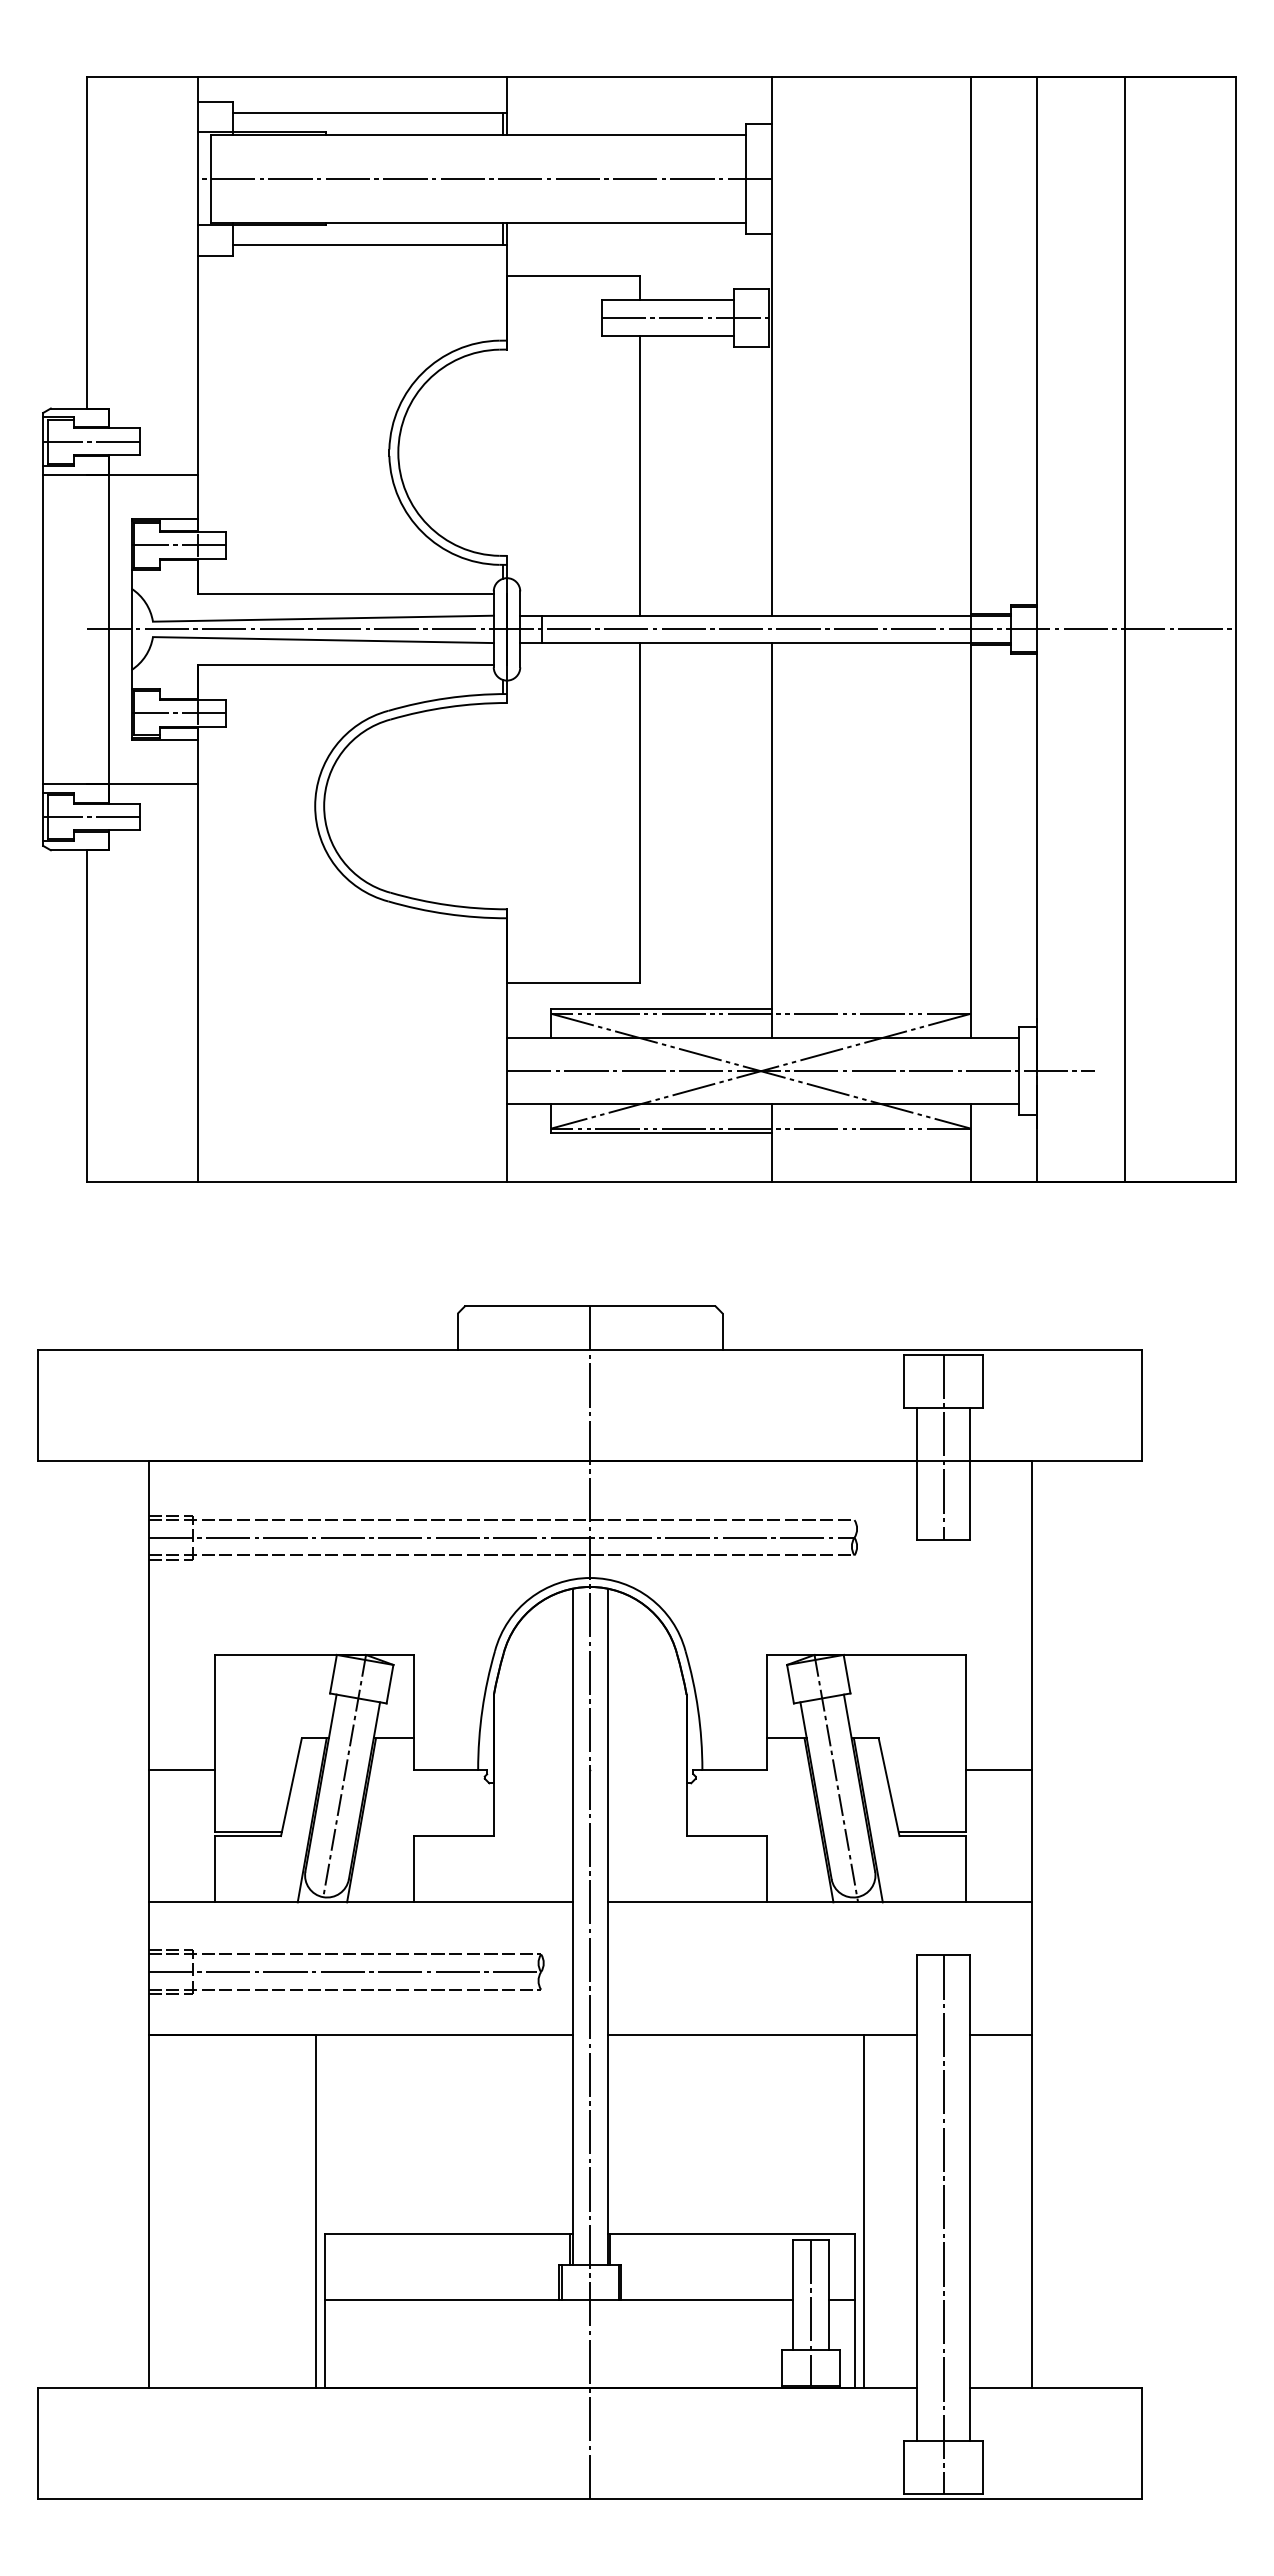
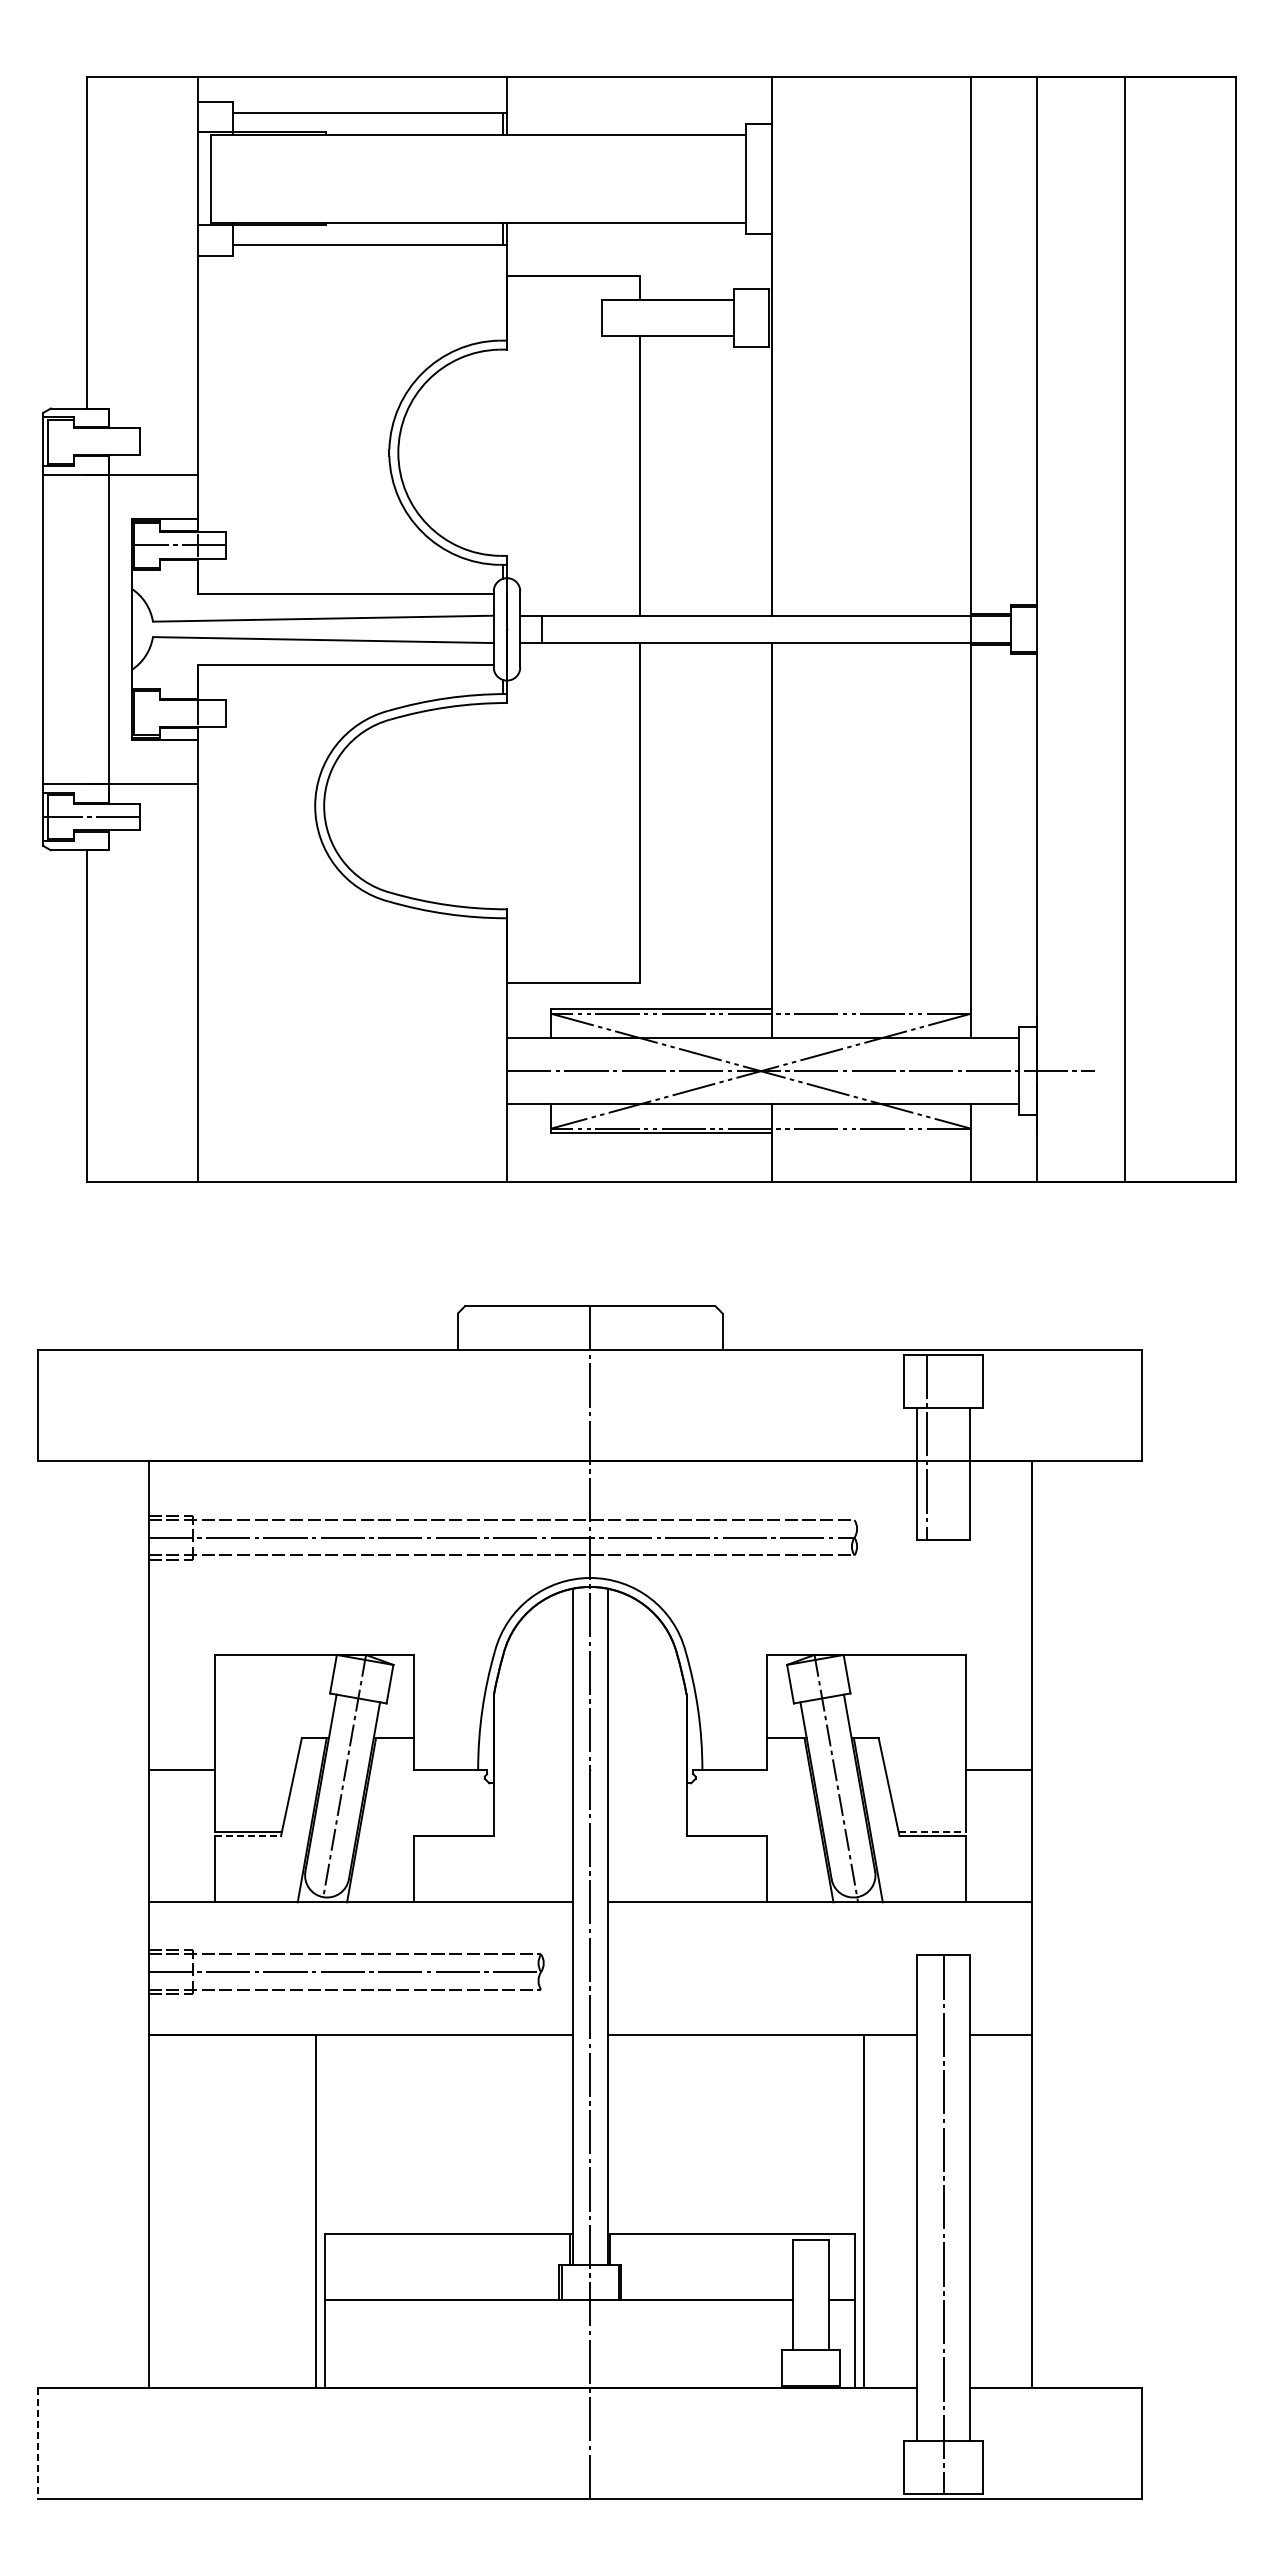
line at (484, 178): present -> none
line at (685, 317): present -> none
line at (91, 441): present -> none
line at (661, 629): present -> none
line at (178, 713): present -> none
line at (943, 1447) position: (943, 1447) -> (926, 1447)
line at (932, 1831): solid -> dashed
line at (248, 1836): solid -> dashed
line at (811, 2312): present -> none
line at (38, 2443): solid -> dashed
